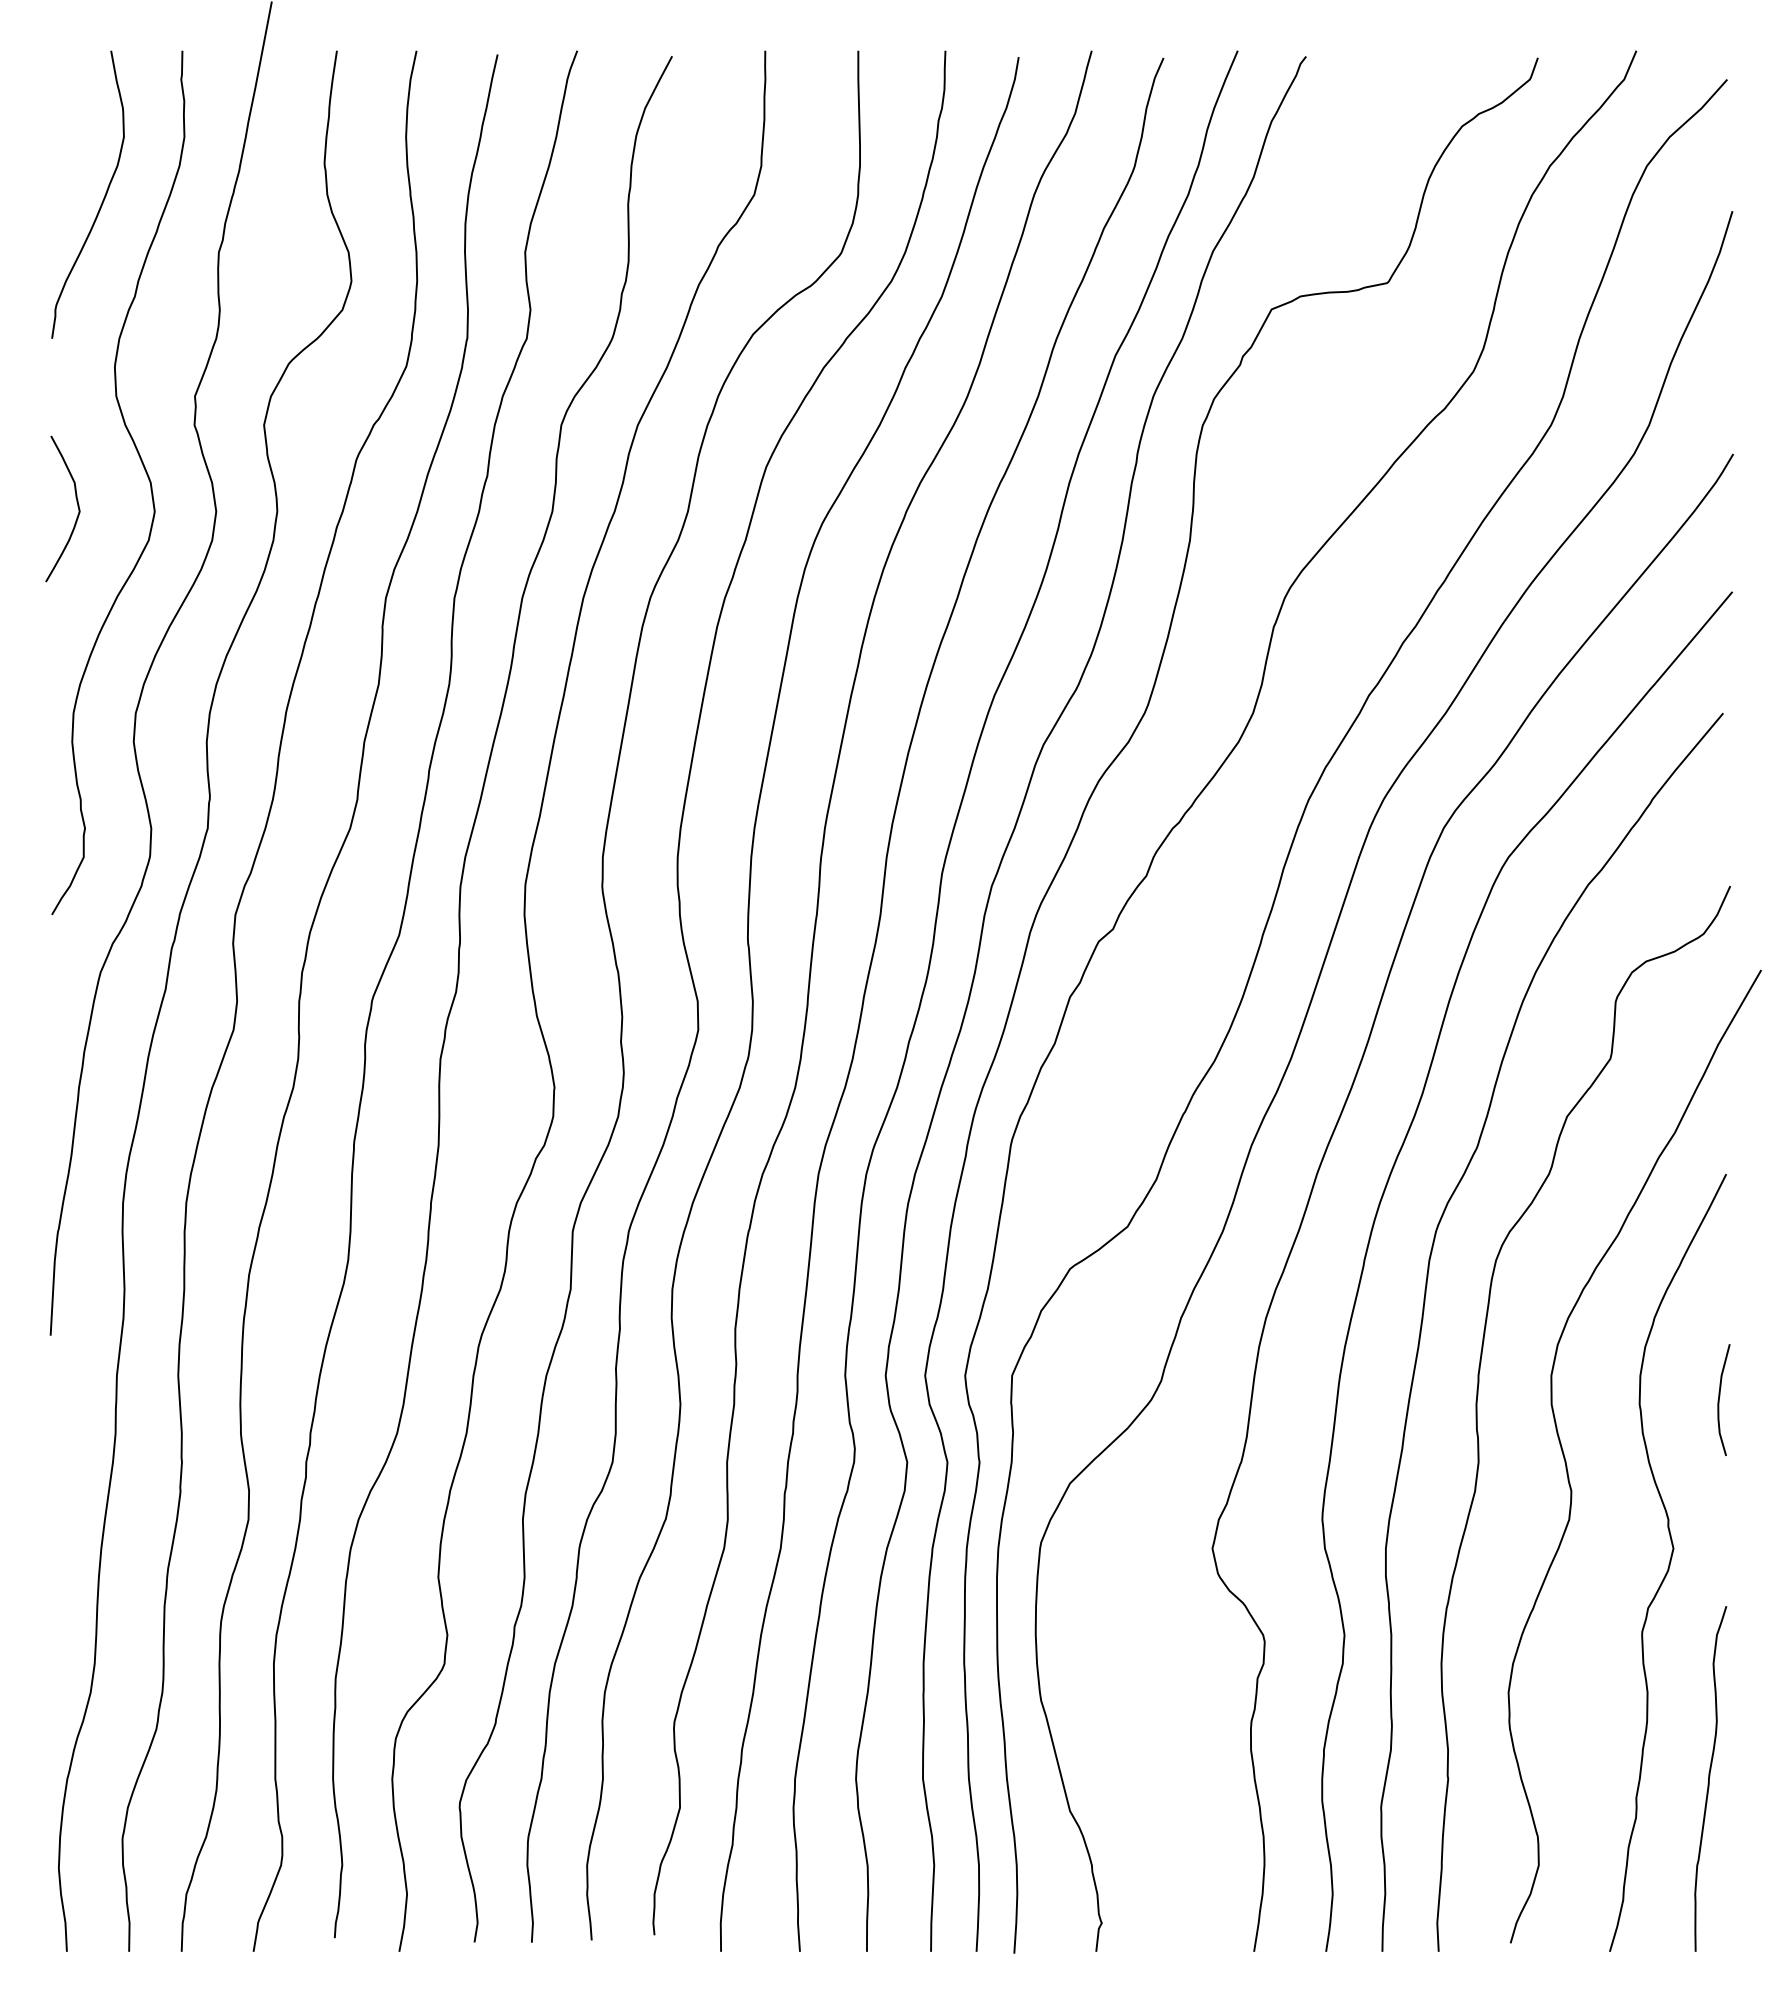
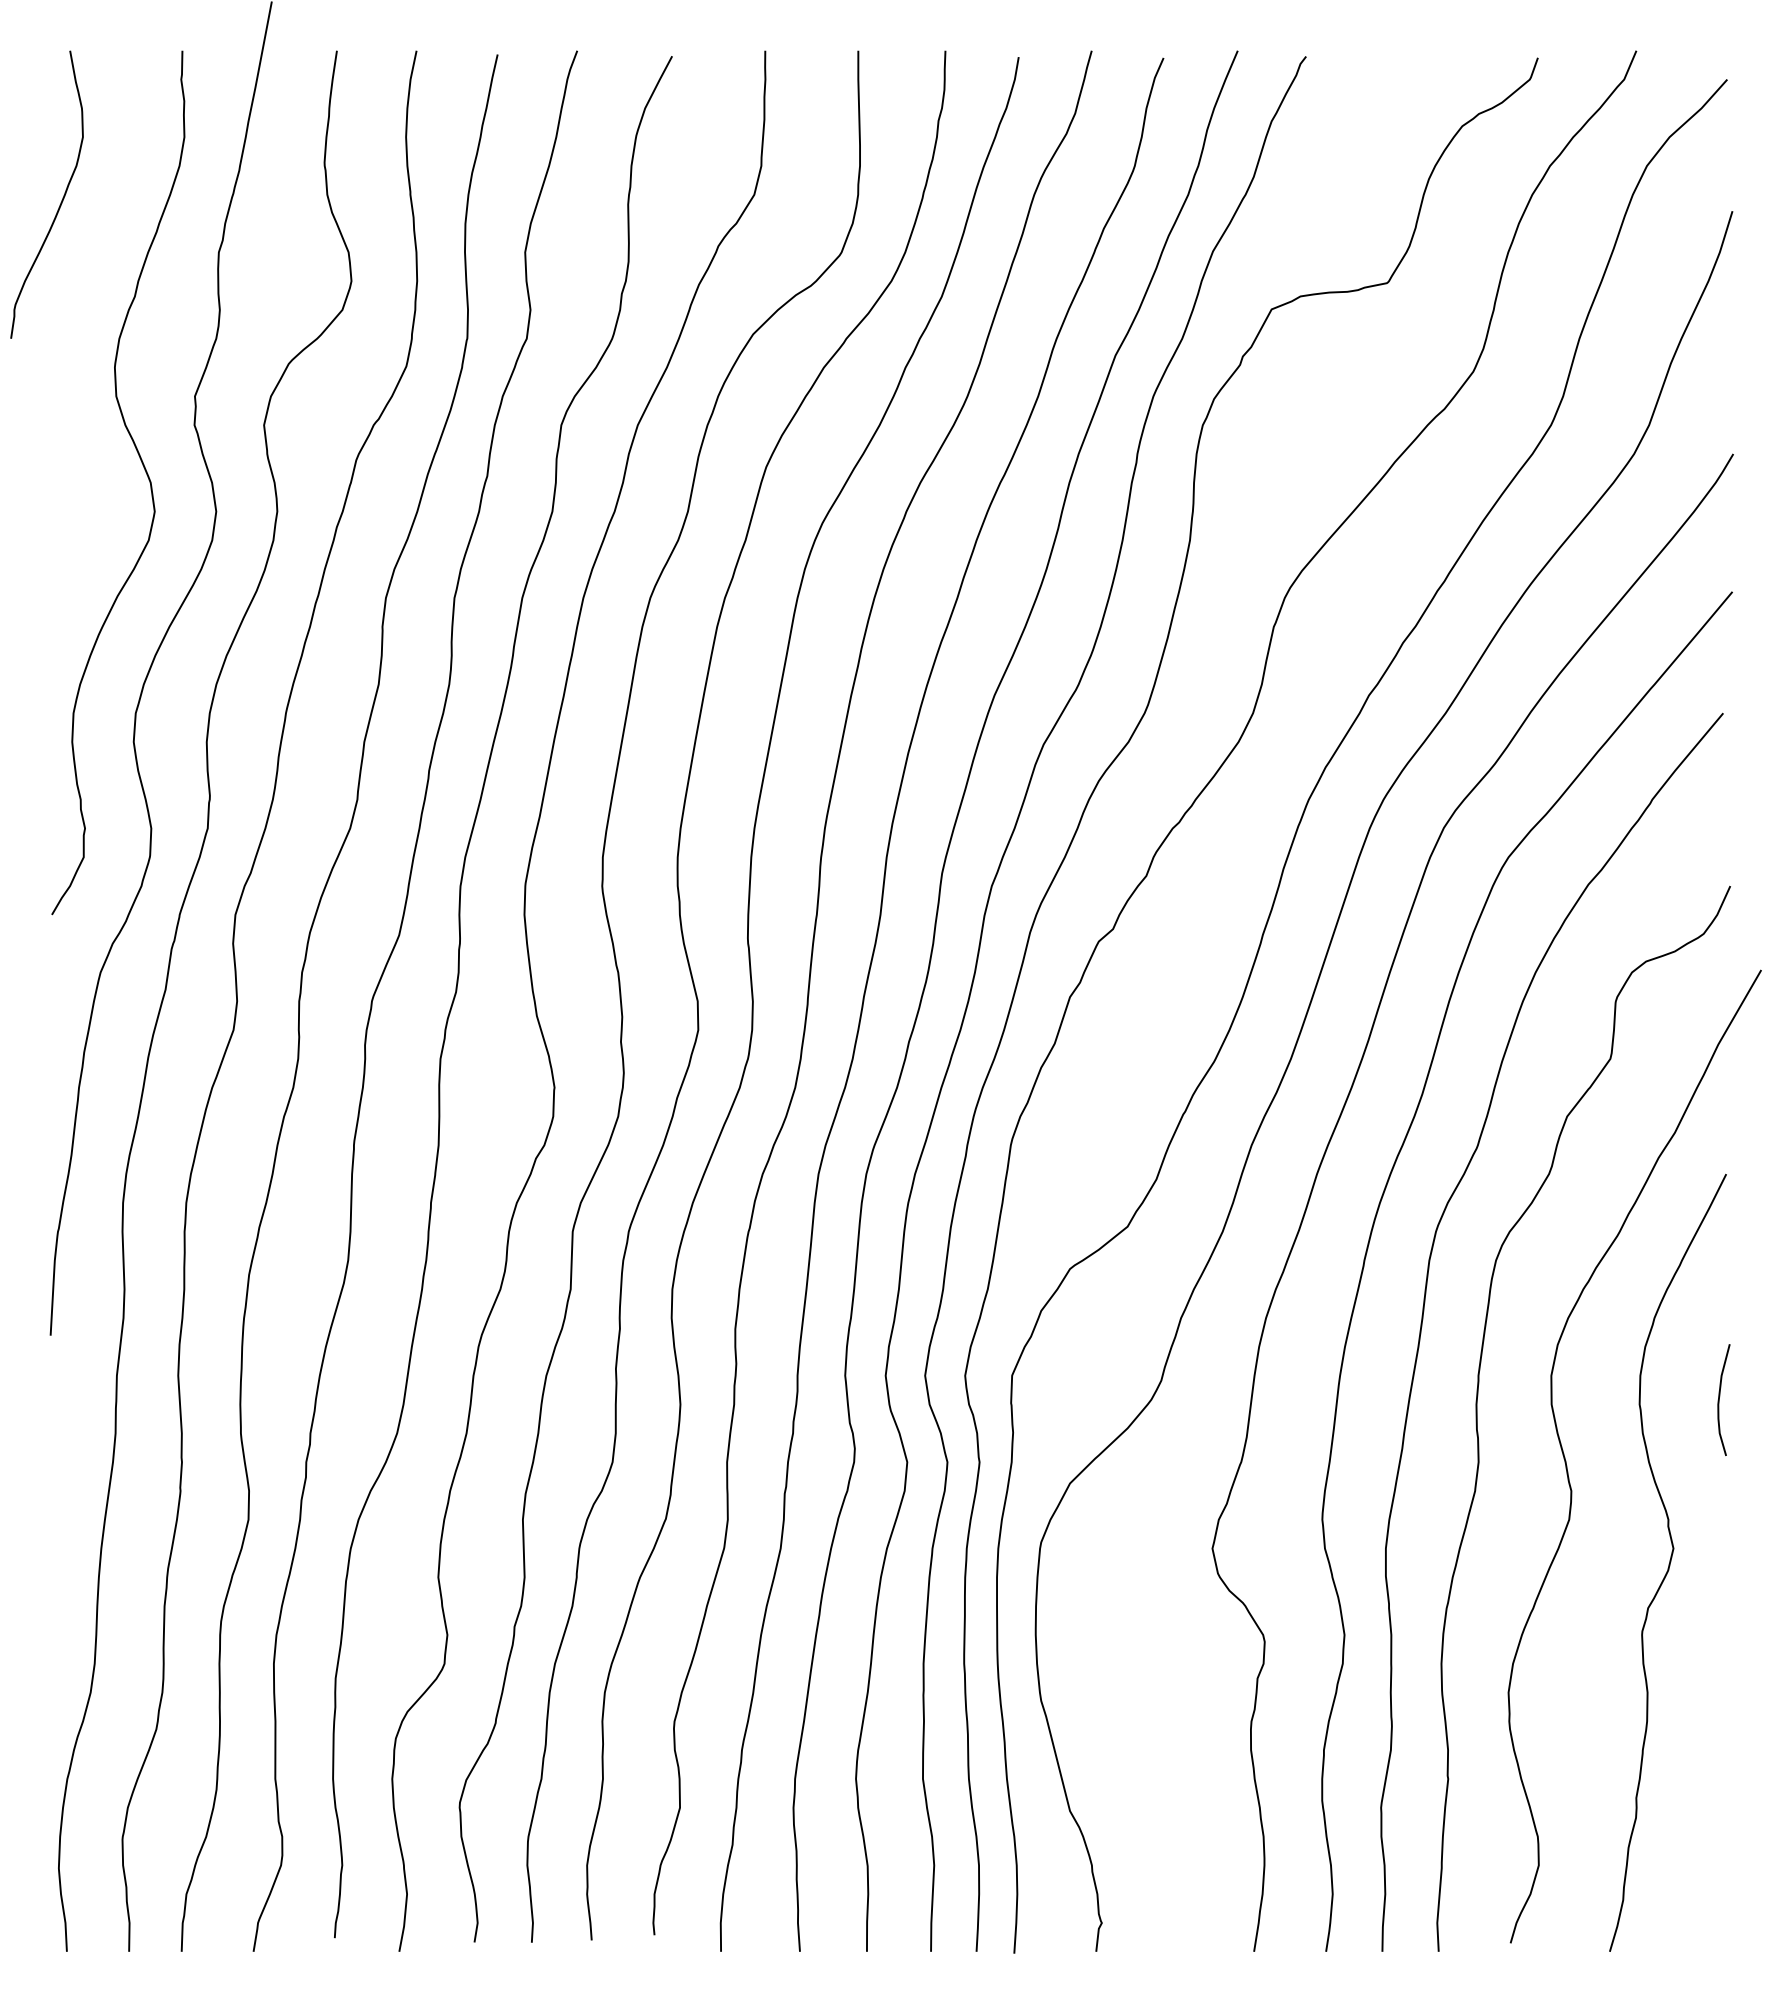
curve at (101, 202) position: (101, 202) -> (60, 202)
curve at (77, 507): present -> none
curve at (1709, 1778): present -> none
